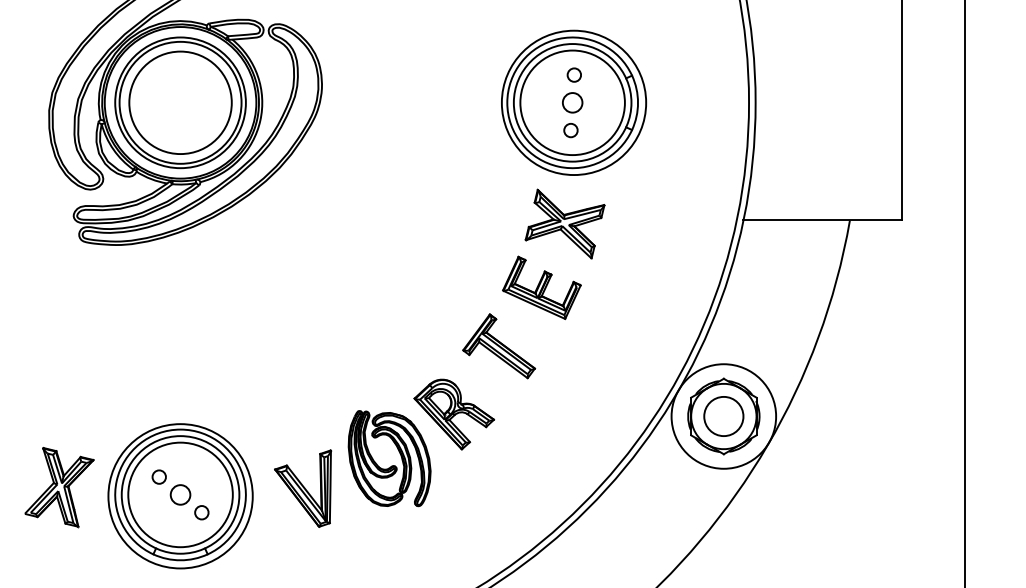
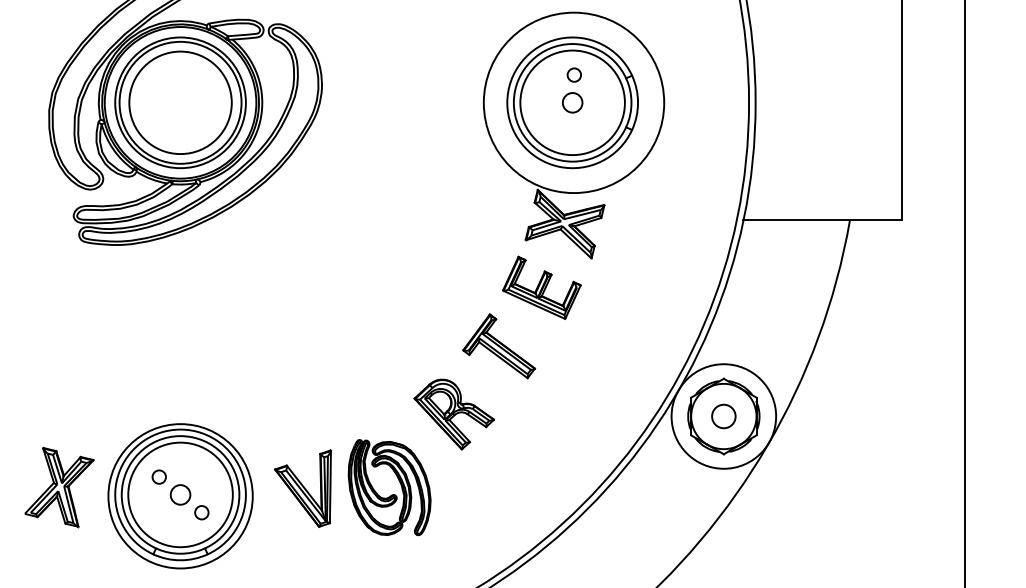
circle at (573, 102) diameter: 144 px -> 180 px
circle at (570, 130): present -> none
circle at (723, 416) diameter: 39 px -> 24 px
part at (391, 465) position: (391, 465) -> (391, 494)
